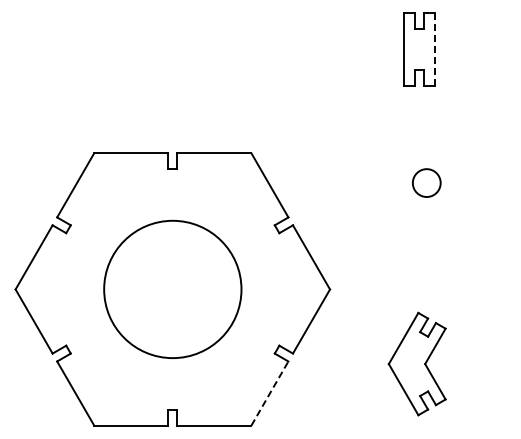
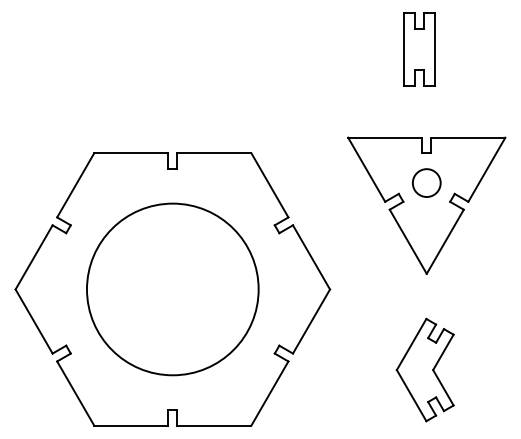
line at (435, 50): dashed -> solid
part at (426, 205): none -> present
circle at (172, 289) diameter: 137 px -> 172 px
part at (416, 363) position: (416, 363) -> (424, 369)
line at (270, 393): dashed -> solid
